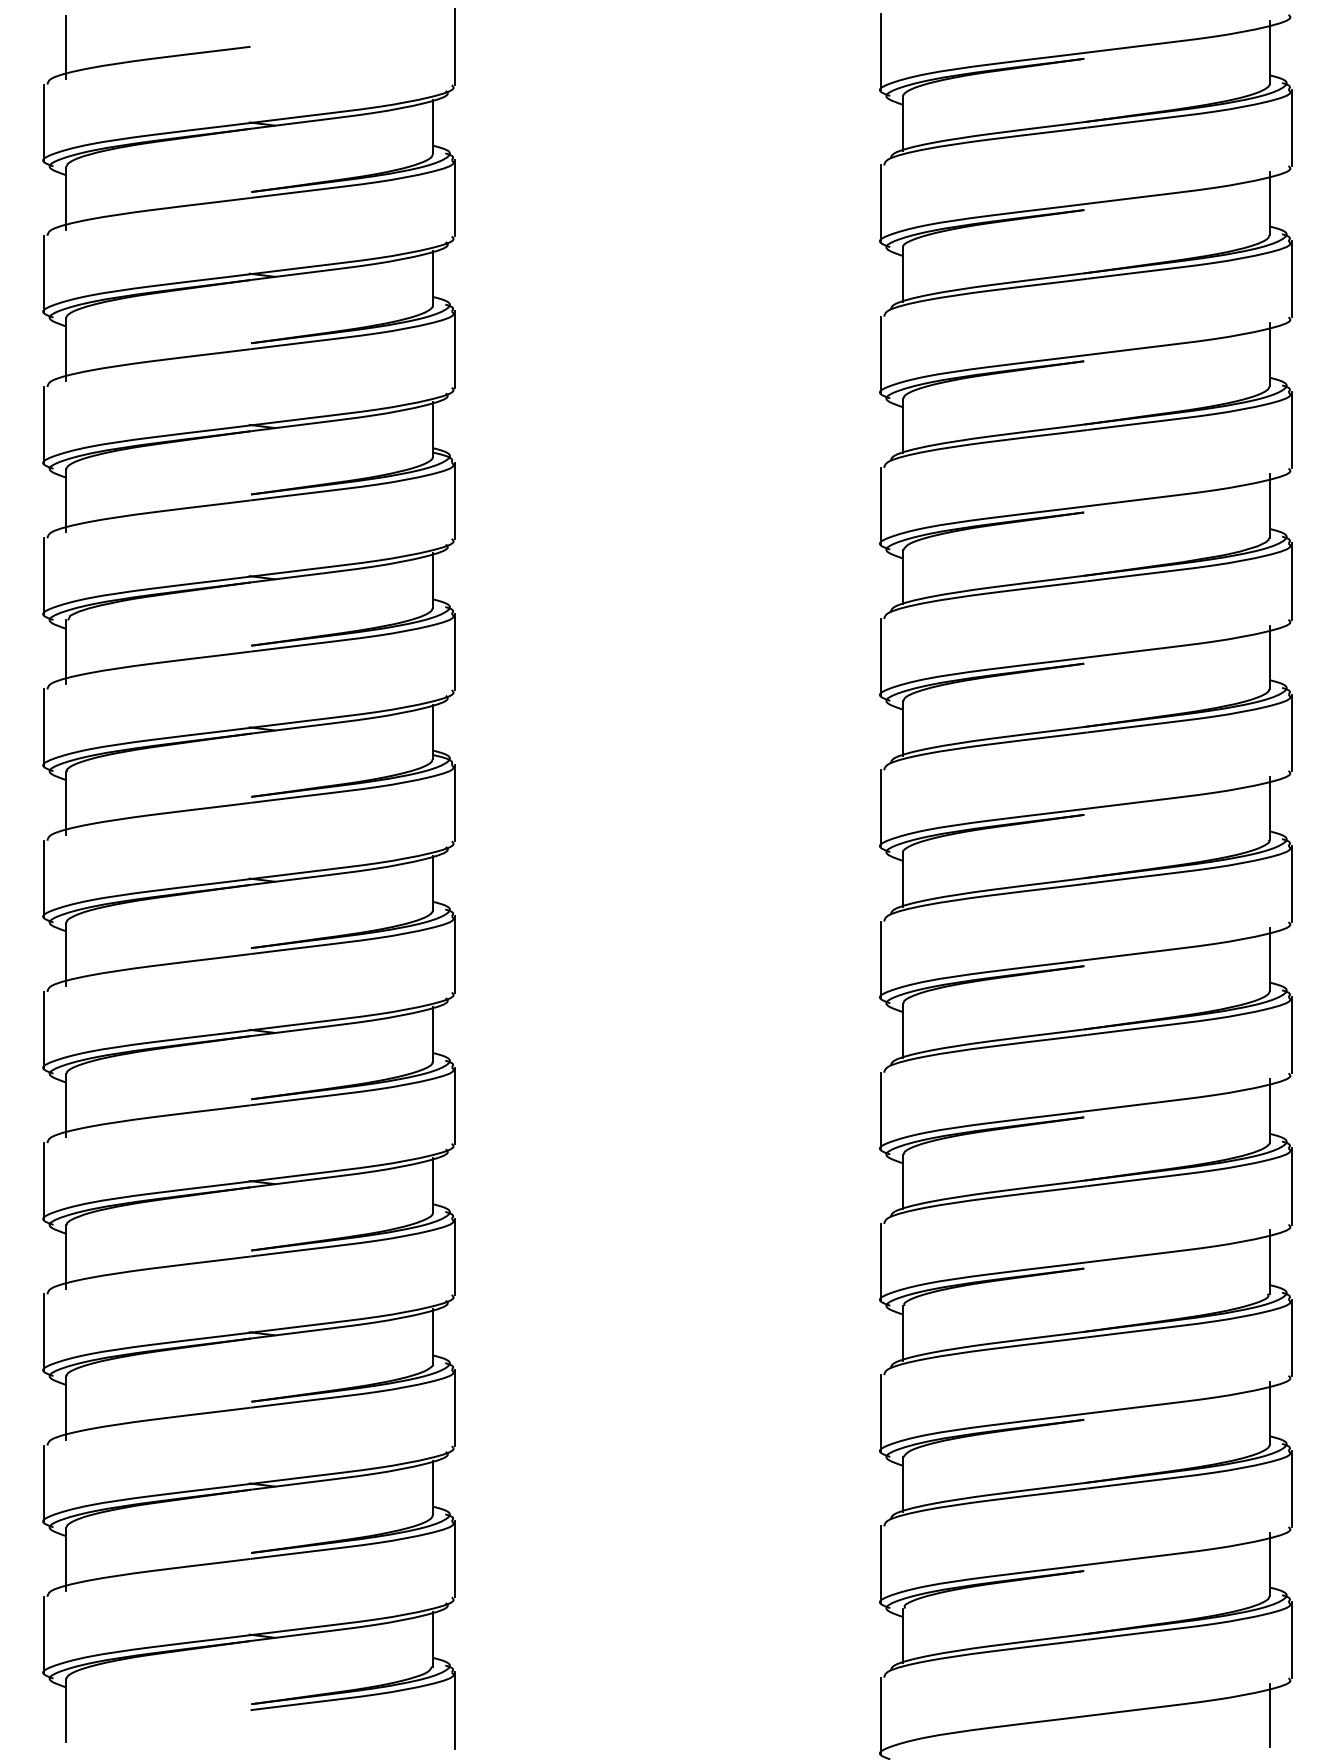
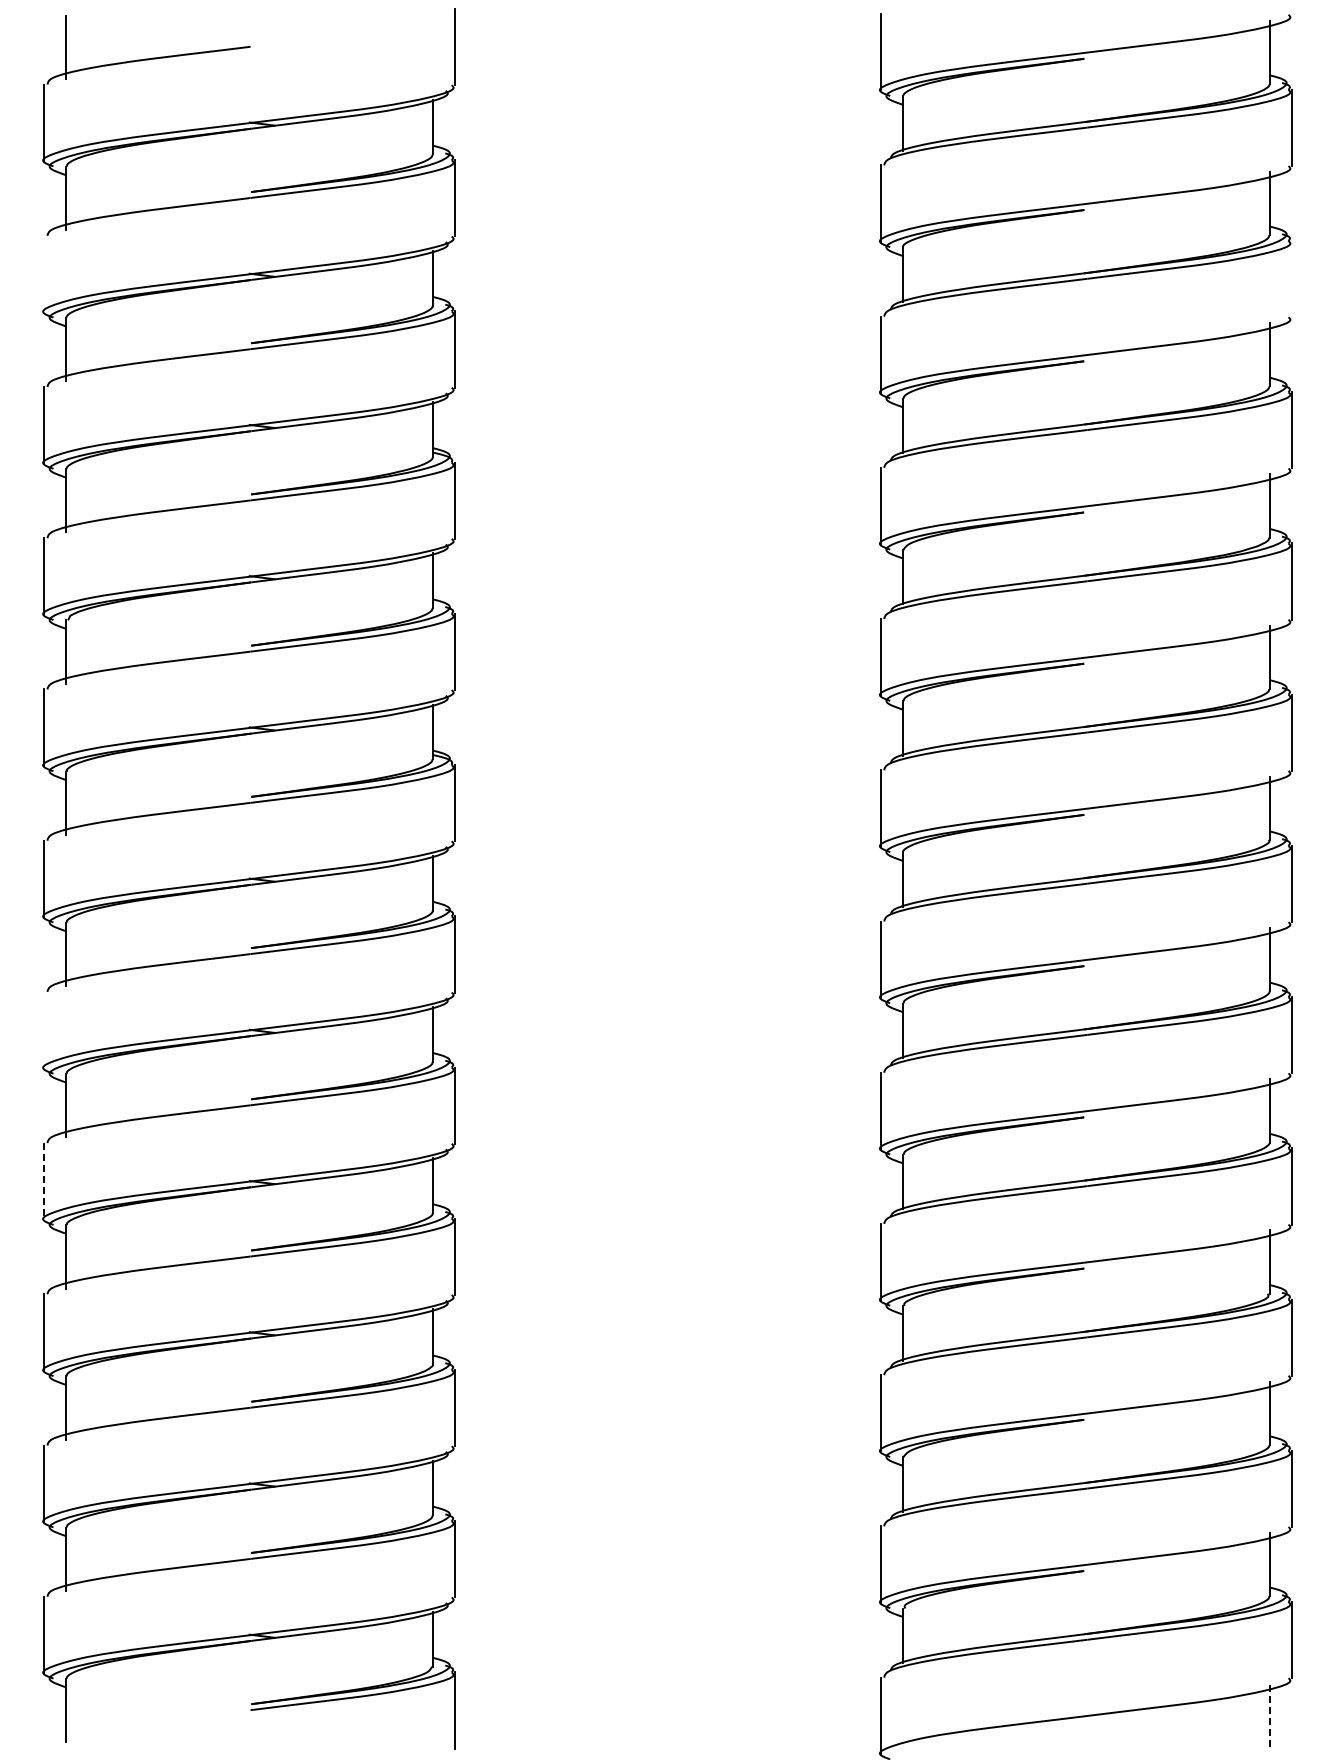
line at (44, 273): present -> none
line at (1291, 279): present -> none
line at (44, 1029): present -> none
line at (44, 1181): solid -> dashed
line at (1269, 1715): solid -> dashed
